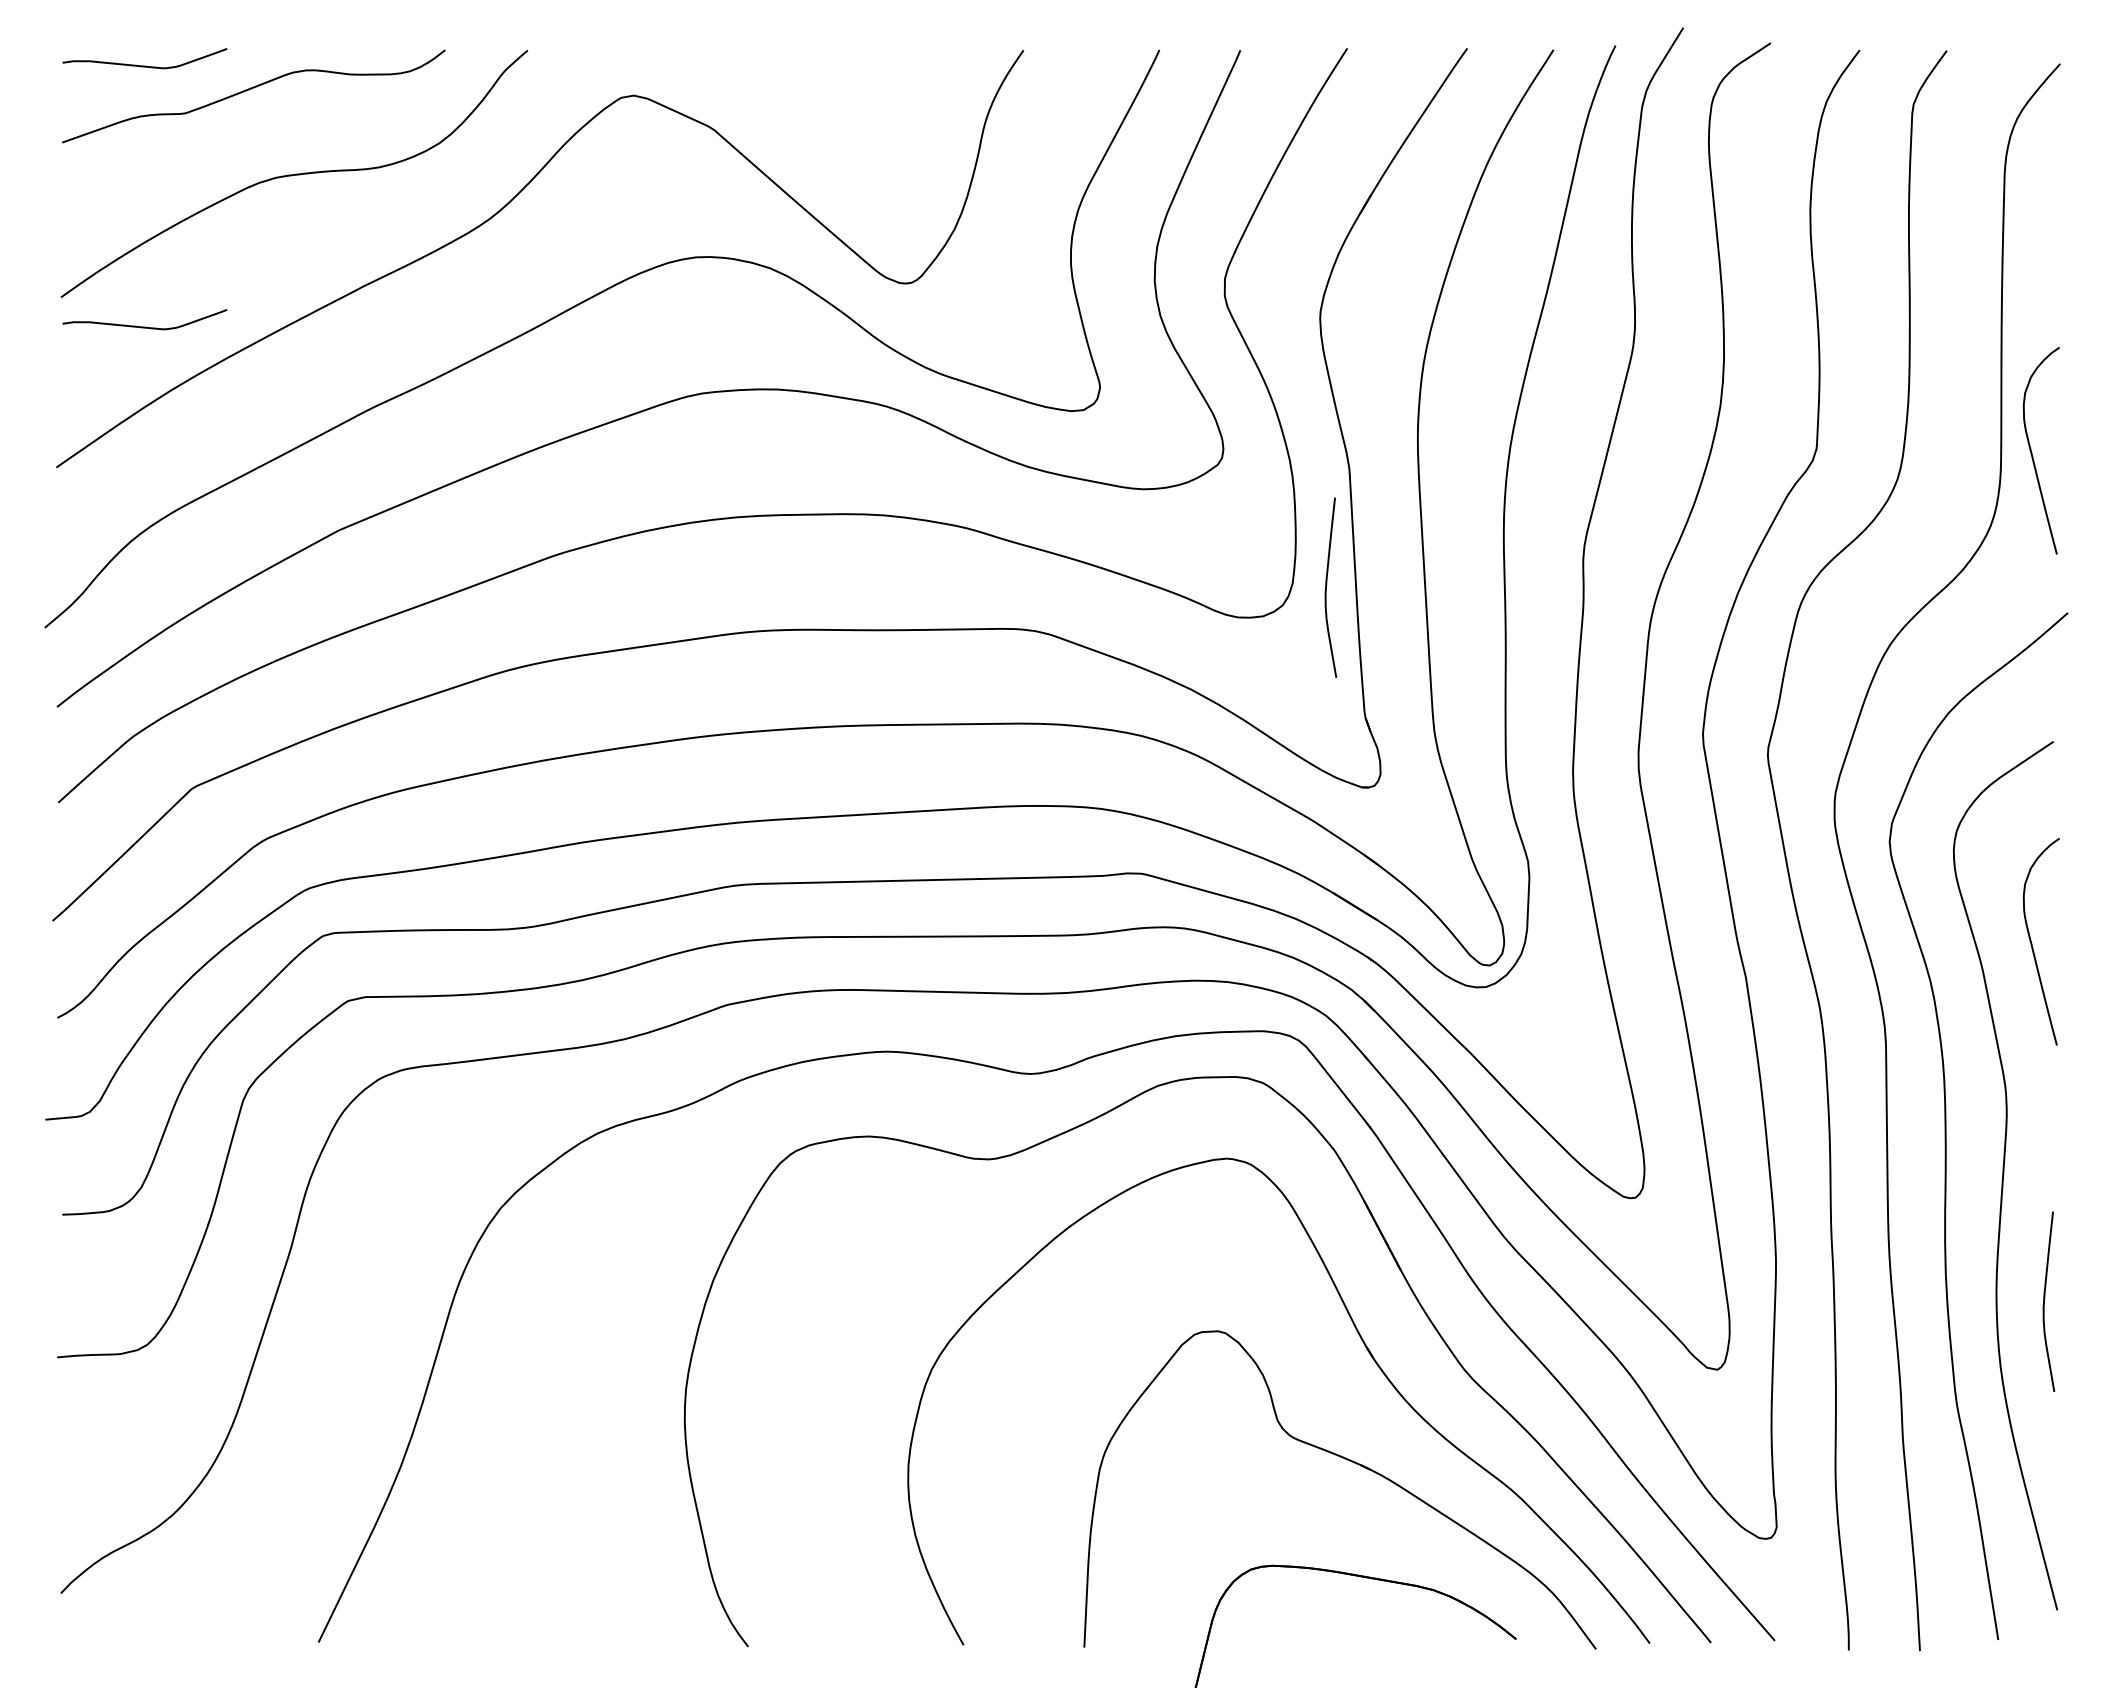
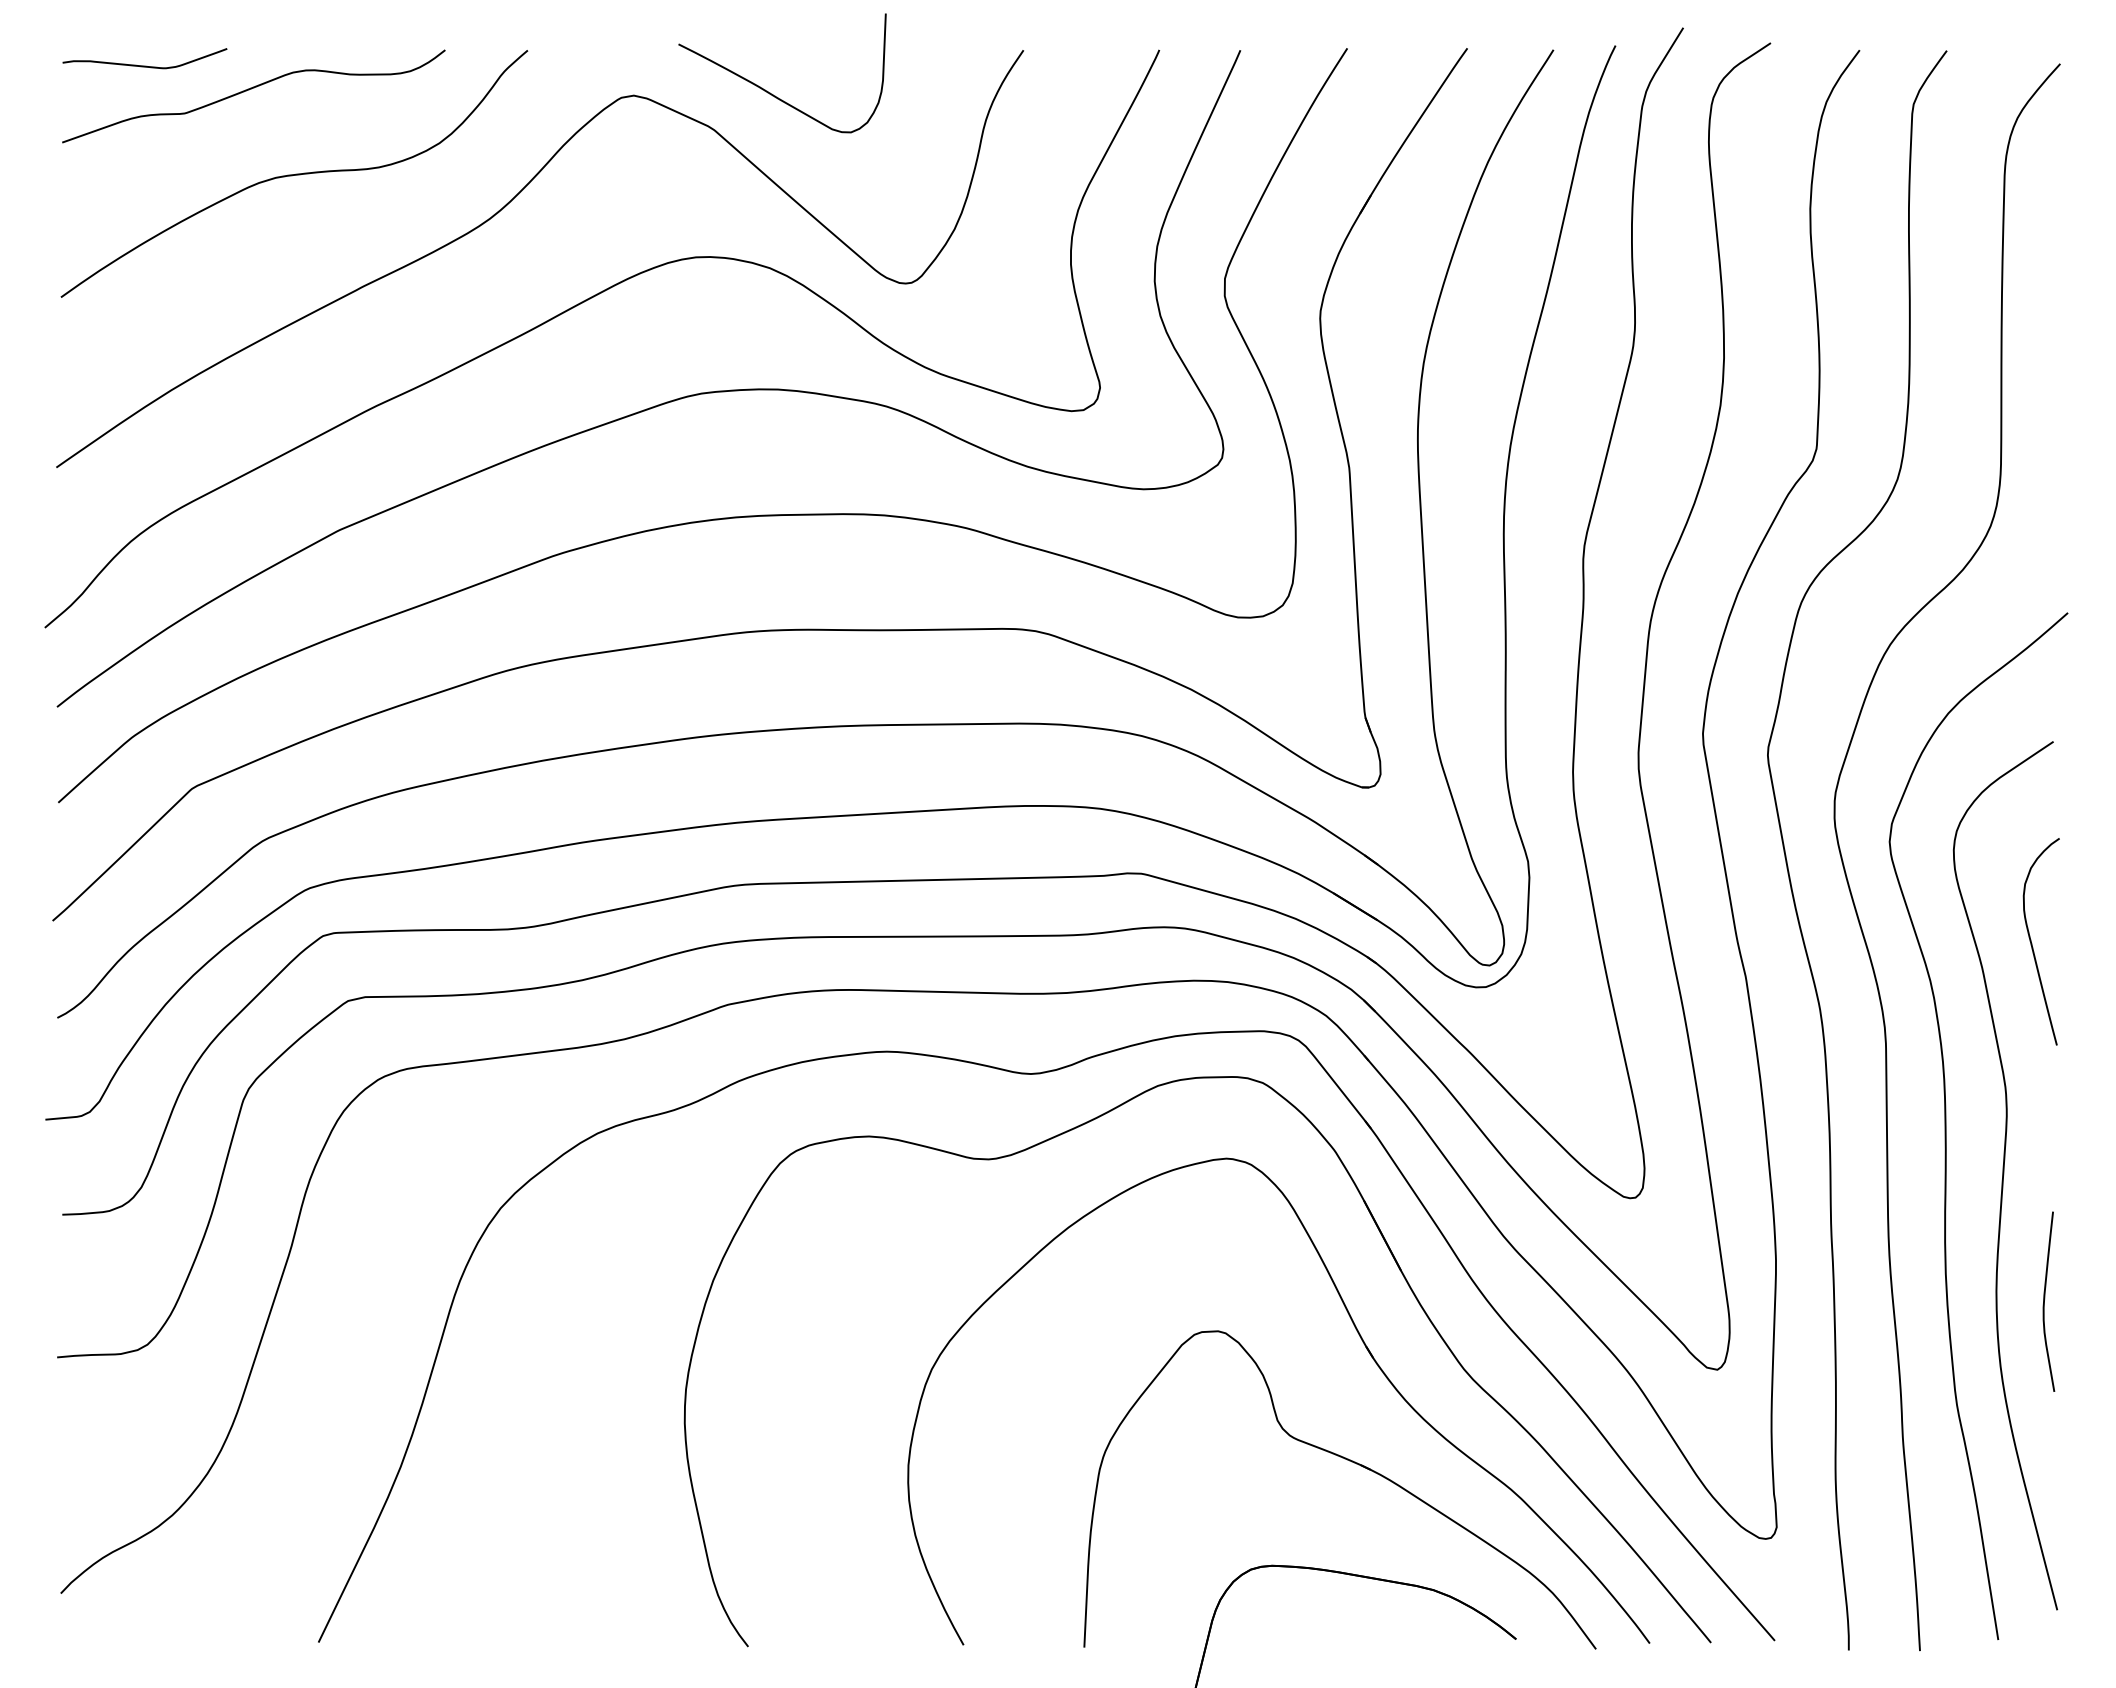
curve at (770, 92): none -> present
curve at (144, 326): present -> none
curve at (2032, 452): present -> none
curve at (1327, 585): present -> none
